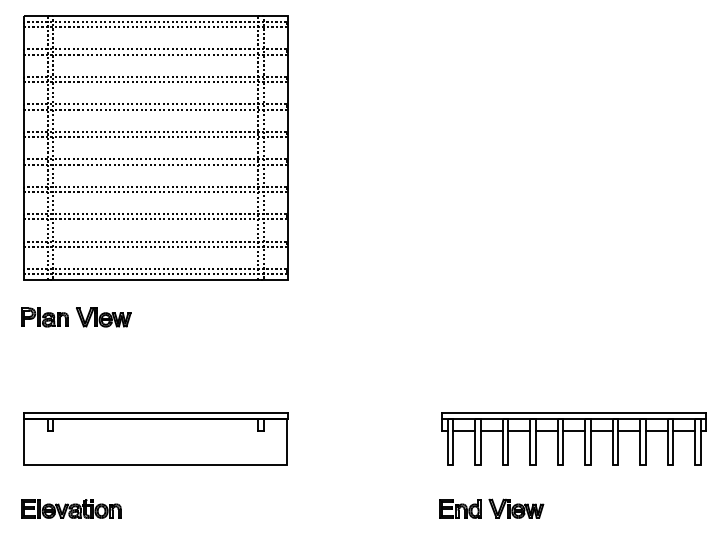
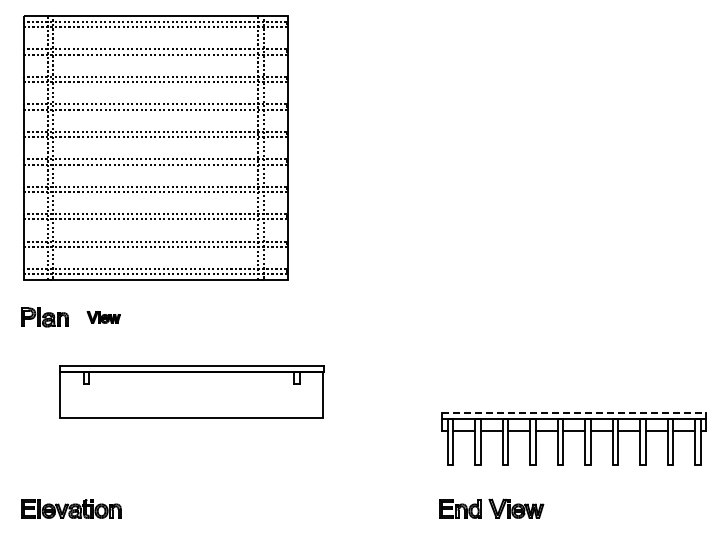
part at (103, 317) size: 56x21 px -> 35x13 px
line at (574, 413): solid -> dashed
part at (155, 438) position: (155, 438) -> (191, 391)
